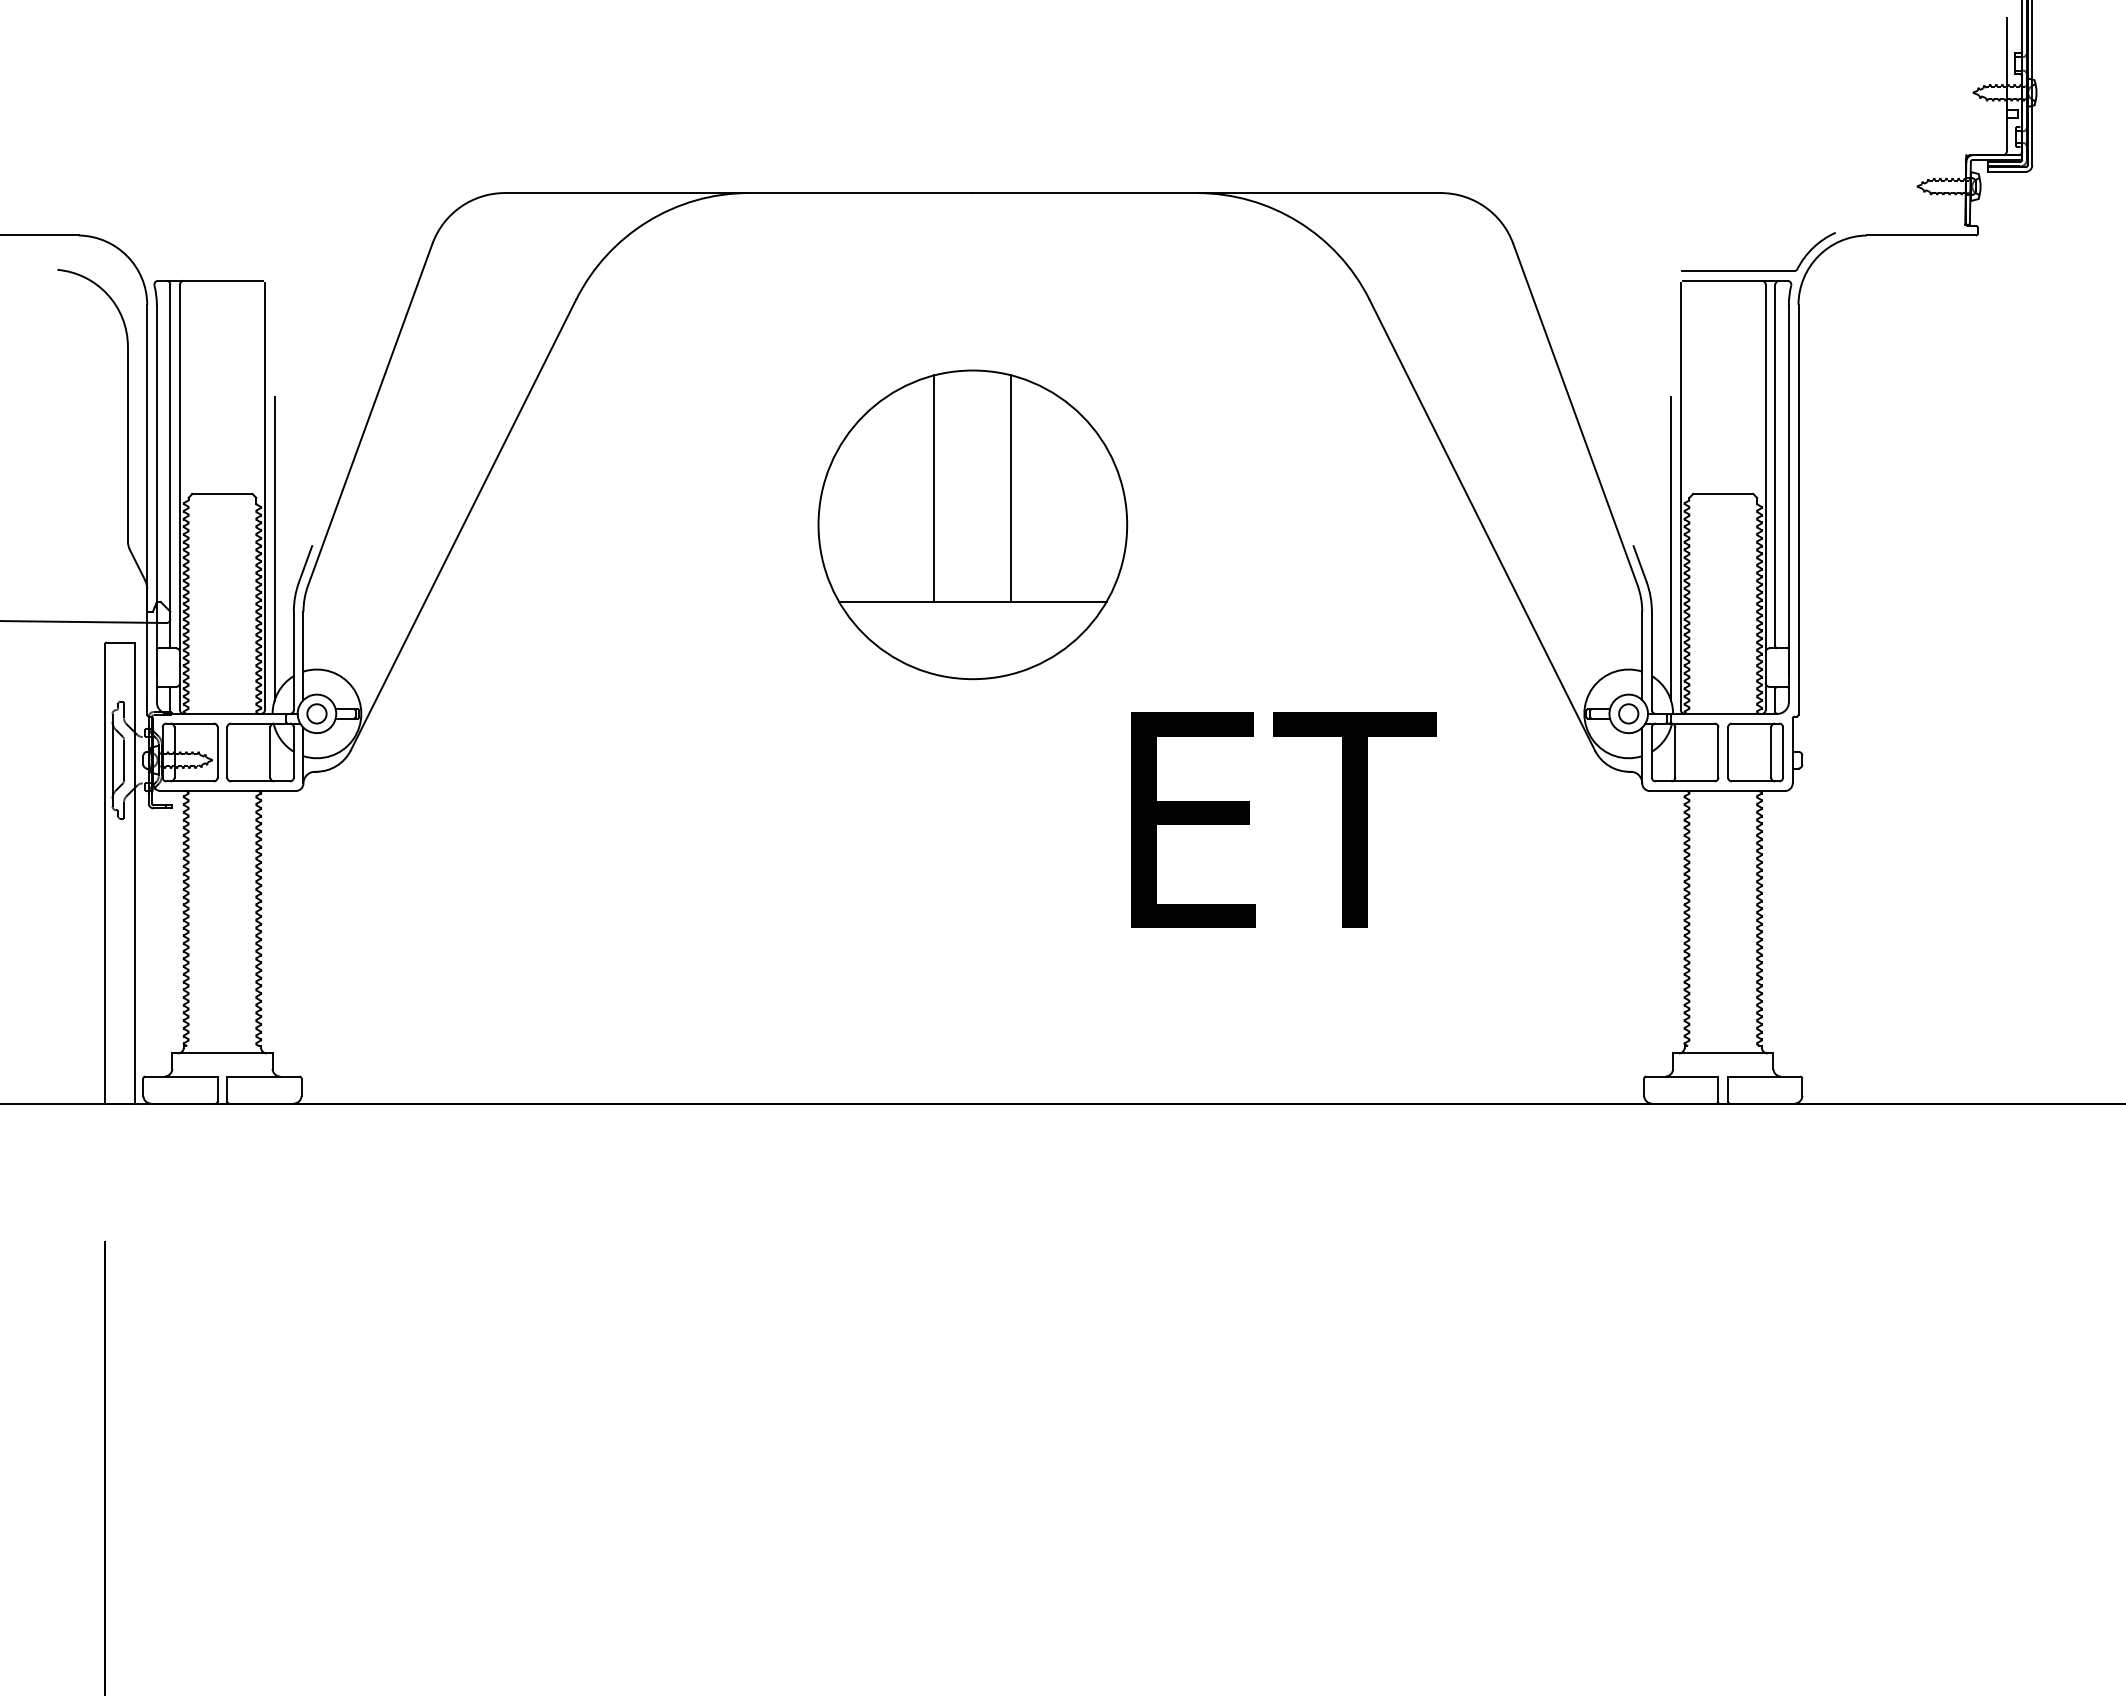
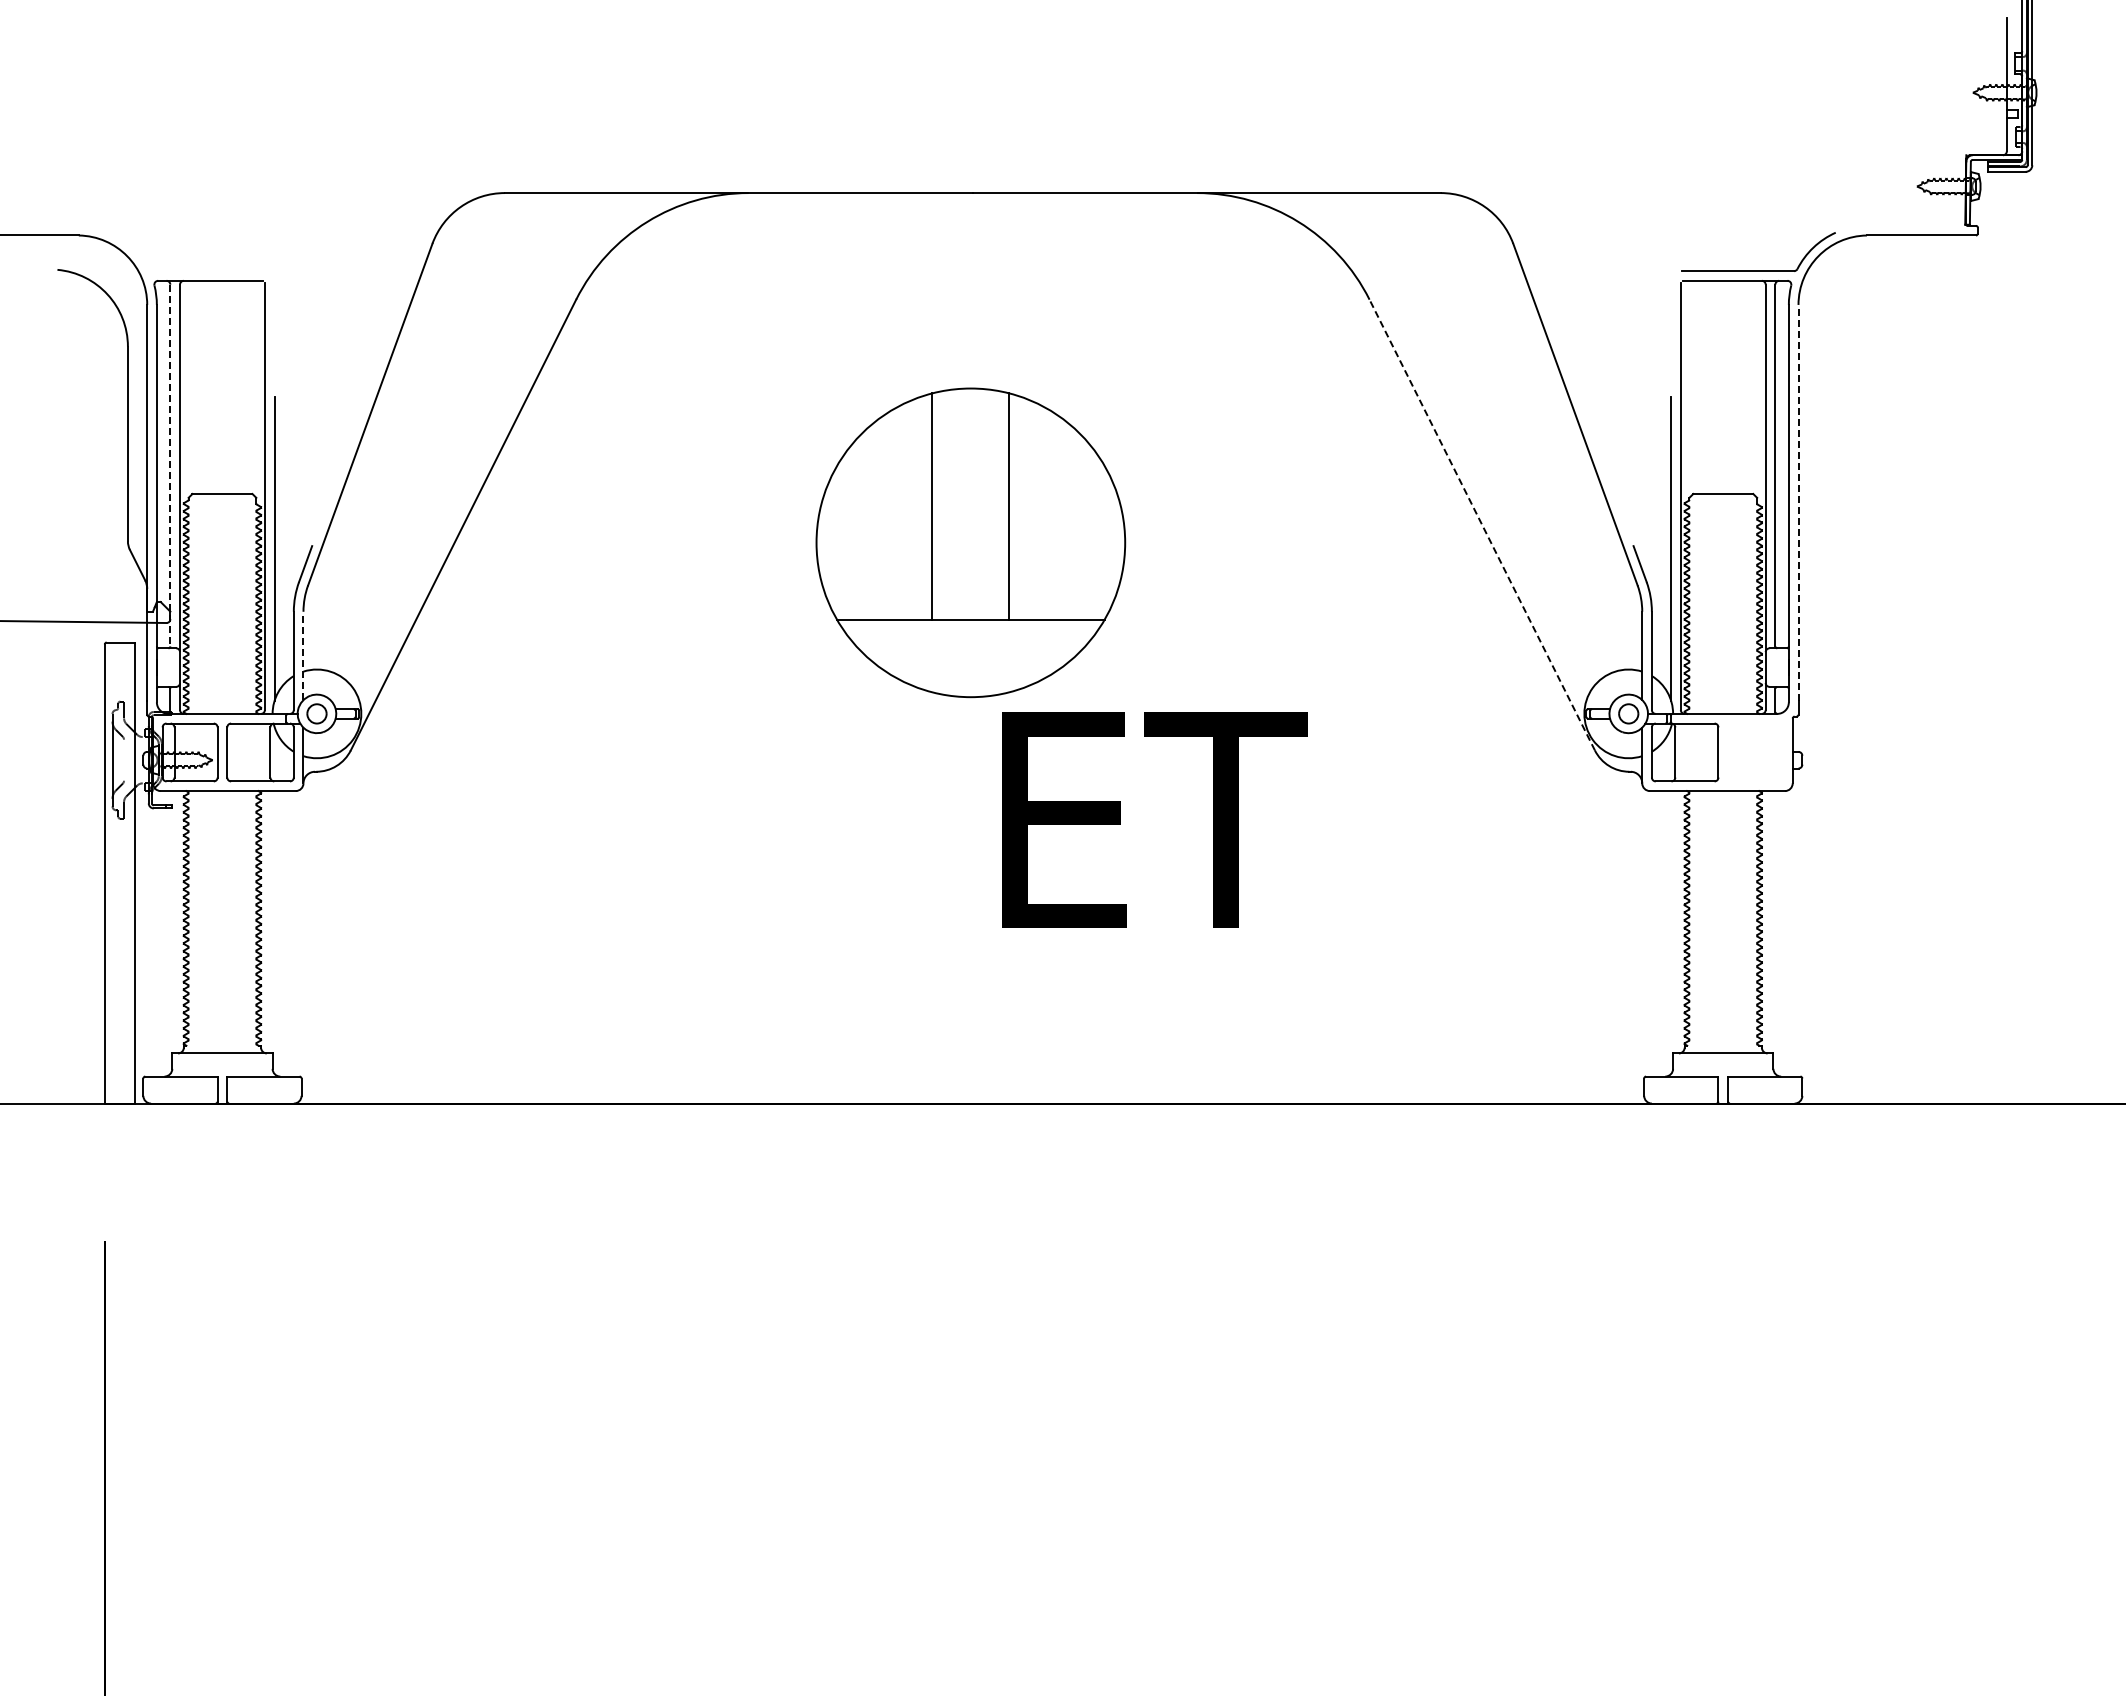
line at (170, 465): solid -> dashed
line at (1798, 502): solid -> dashed
part at (972, 524) position: (972, 524) -> (970, 542)
line at (1482, 525): solid -> dashed
line at (303, 655): solid -> dashed
part at (1755, 752): present -> none
line at (124, 759): present -> none
text at (1283, 819) position: (1283, 819) -> (1154, 819)
